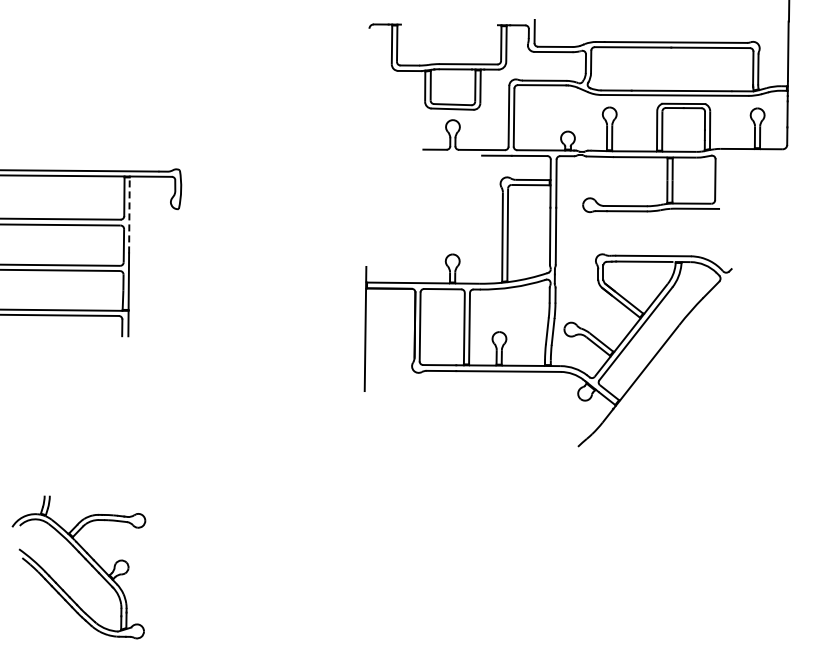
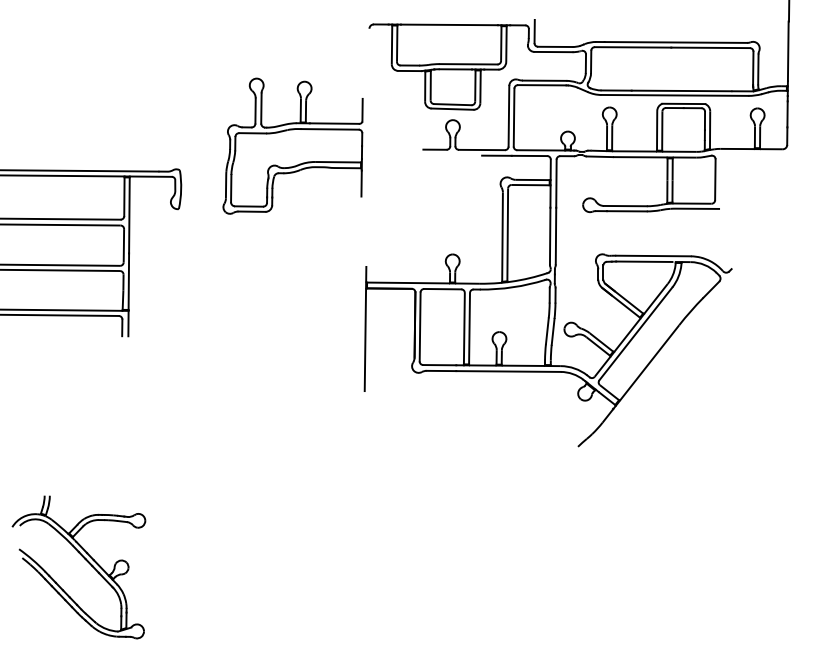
line at (448, 24): none -> present
part at (292, 145): none -> present
line at (129, 215): dashed -> solid
